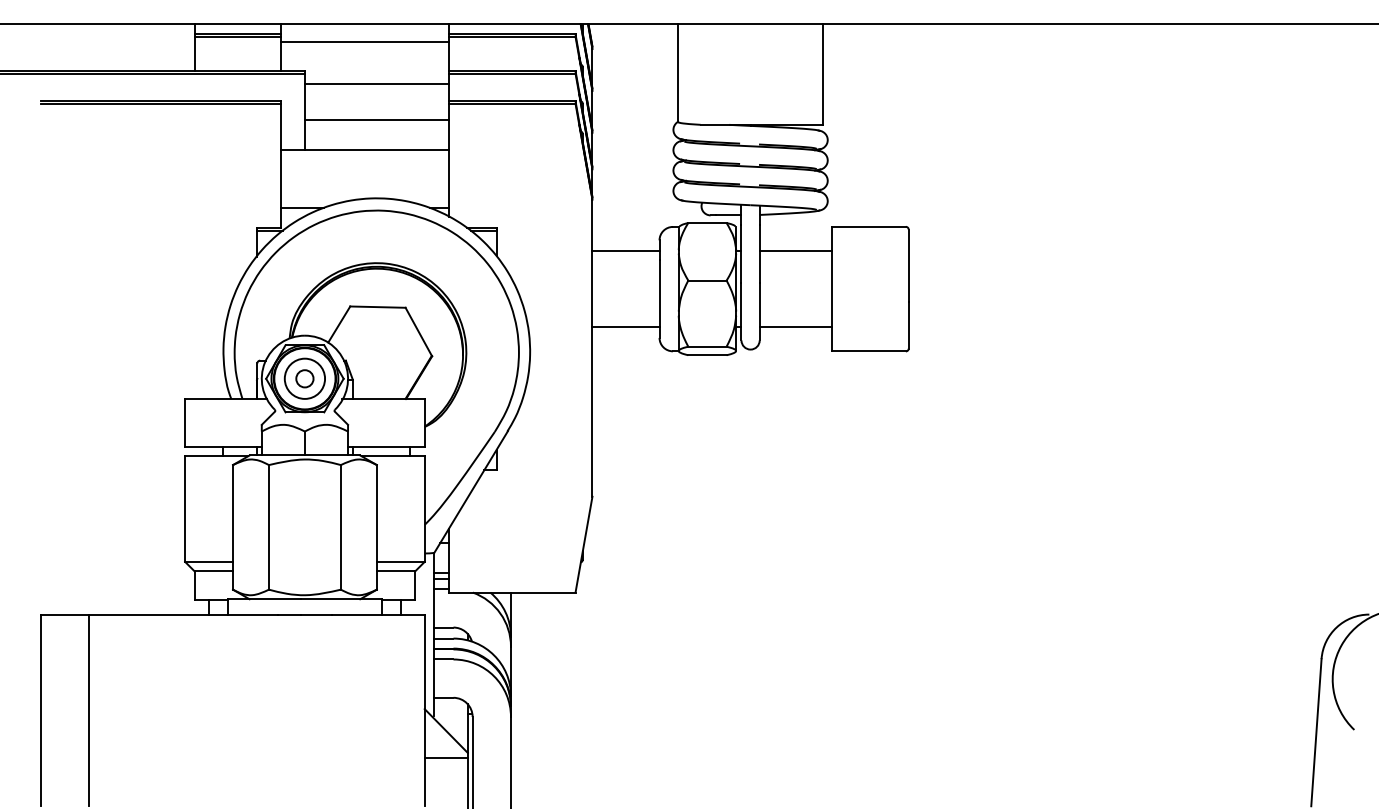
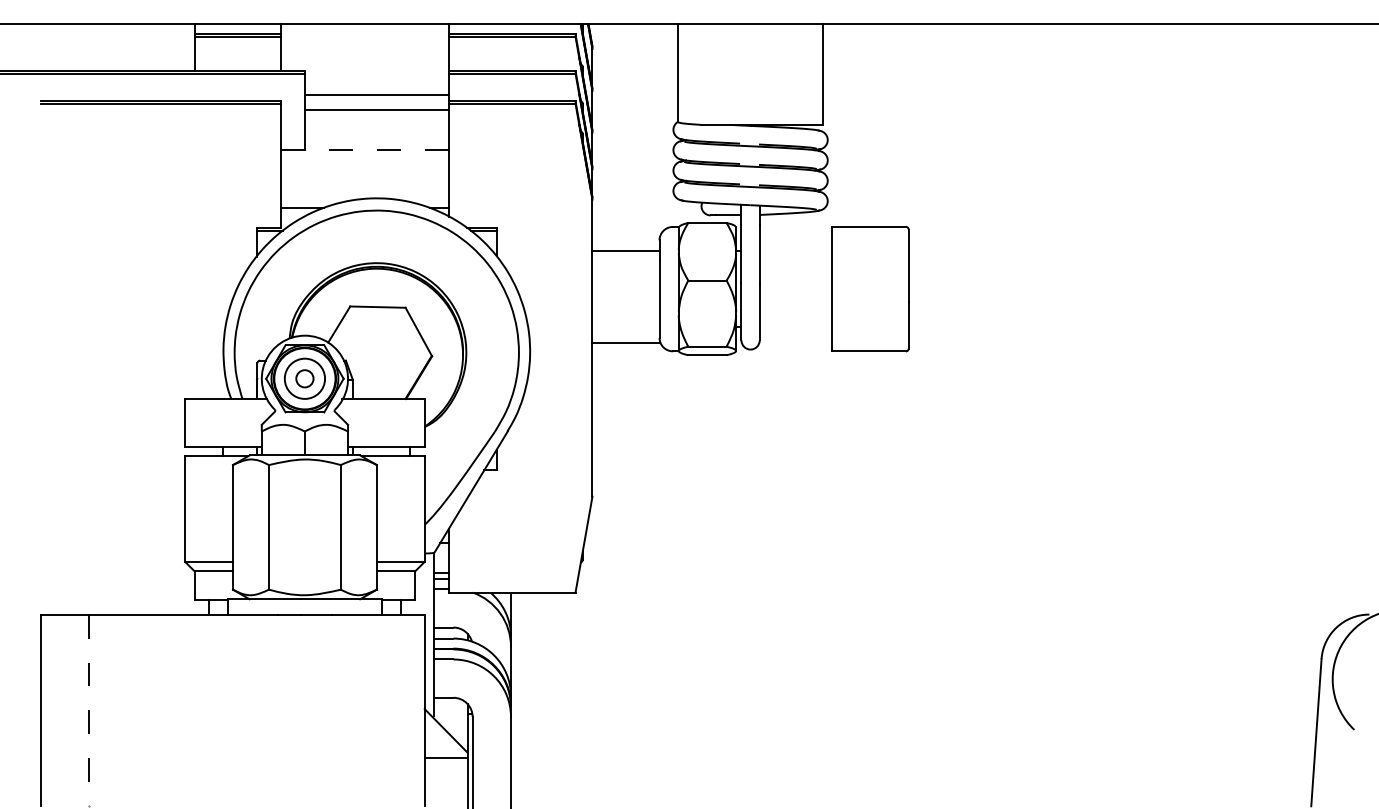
line at (364, 41): present -> none
line at (376, 83) position: (376, 83) -> (376, 94)
line at (376, 120) position: (376, 120) -> (376, 110)
line at (364, 150): solid -> dashed
line at (795, 250): present -> none
line at (625, 327) position: (625, 327) -> (625, 343)
line at (795, 327): present -> none
line at (89, 710): solid -> dashed
